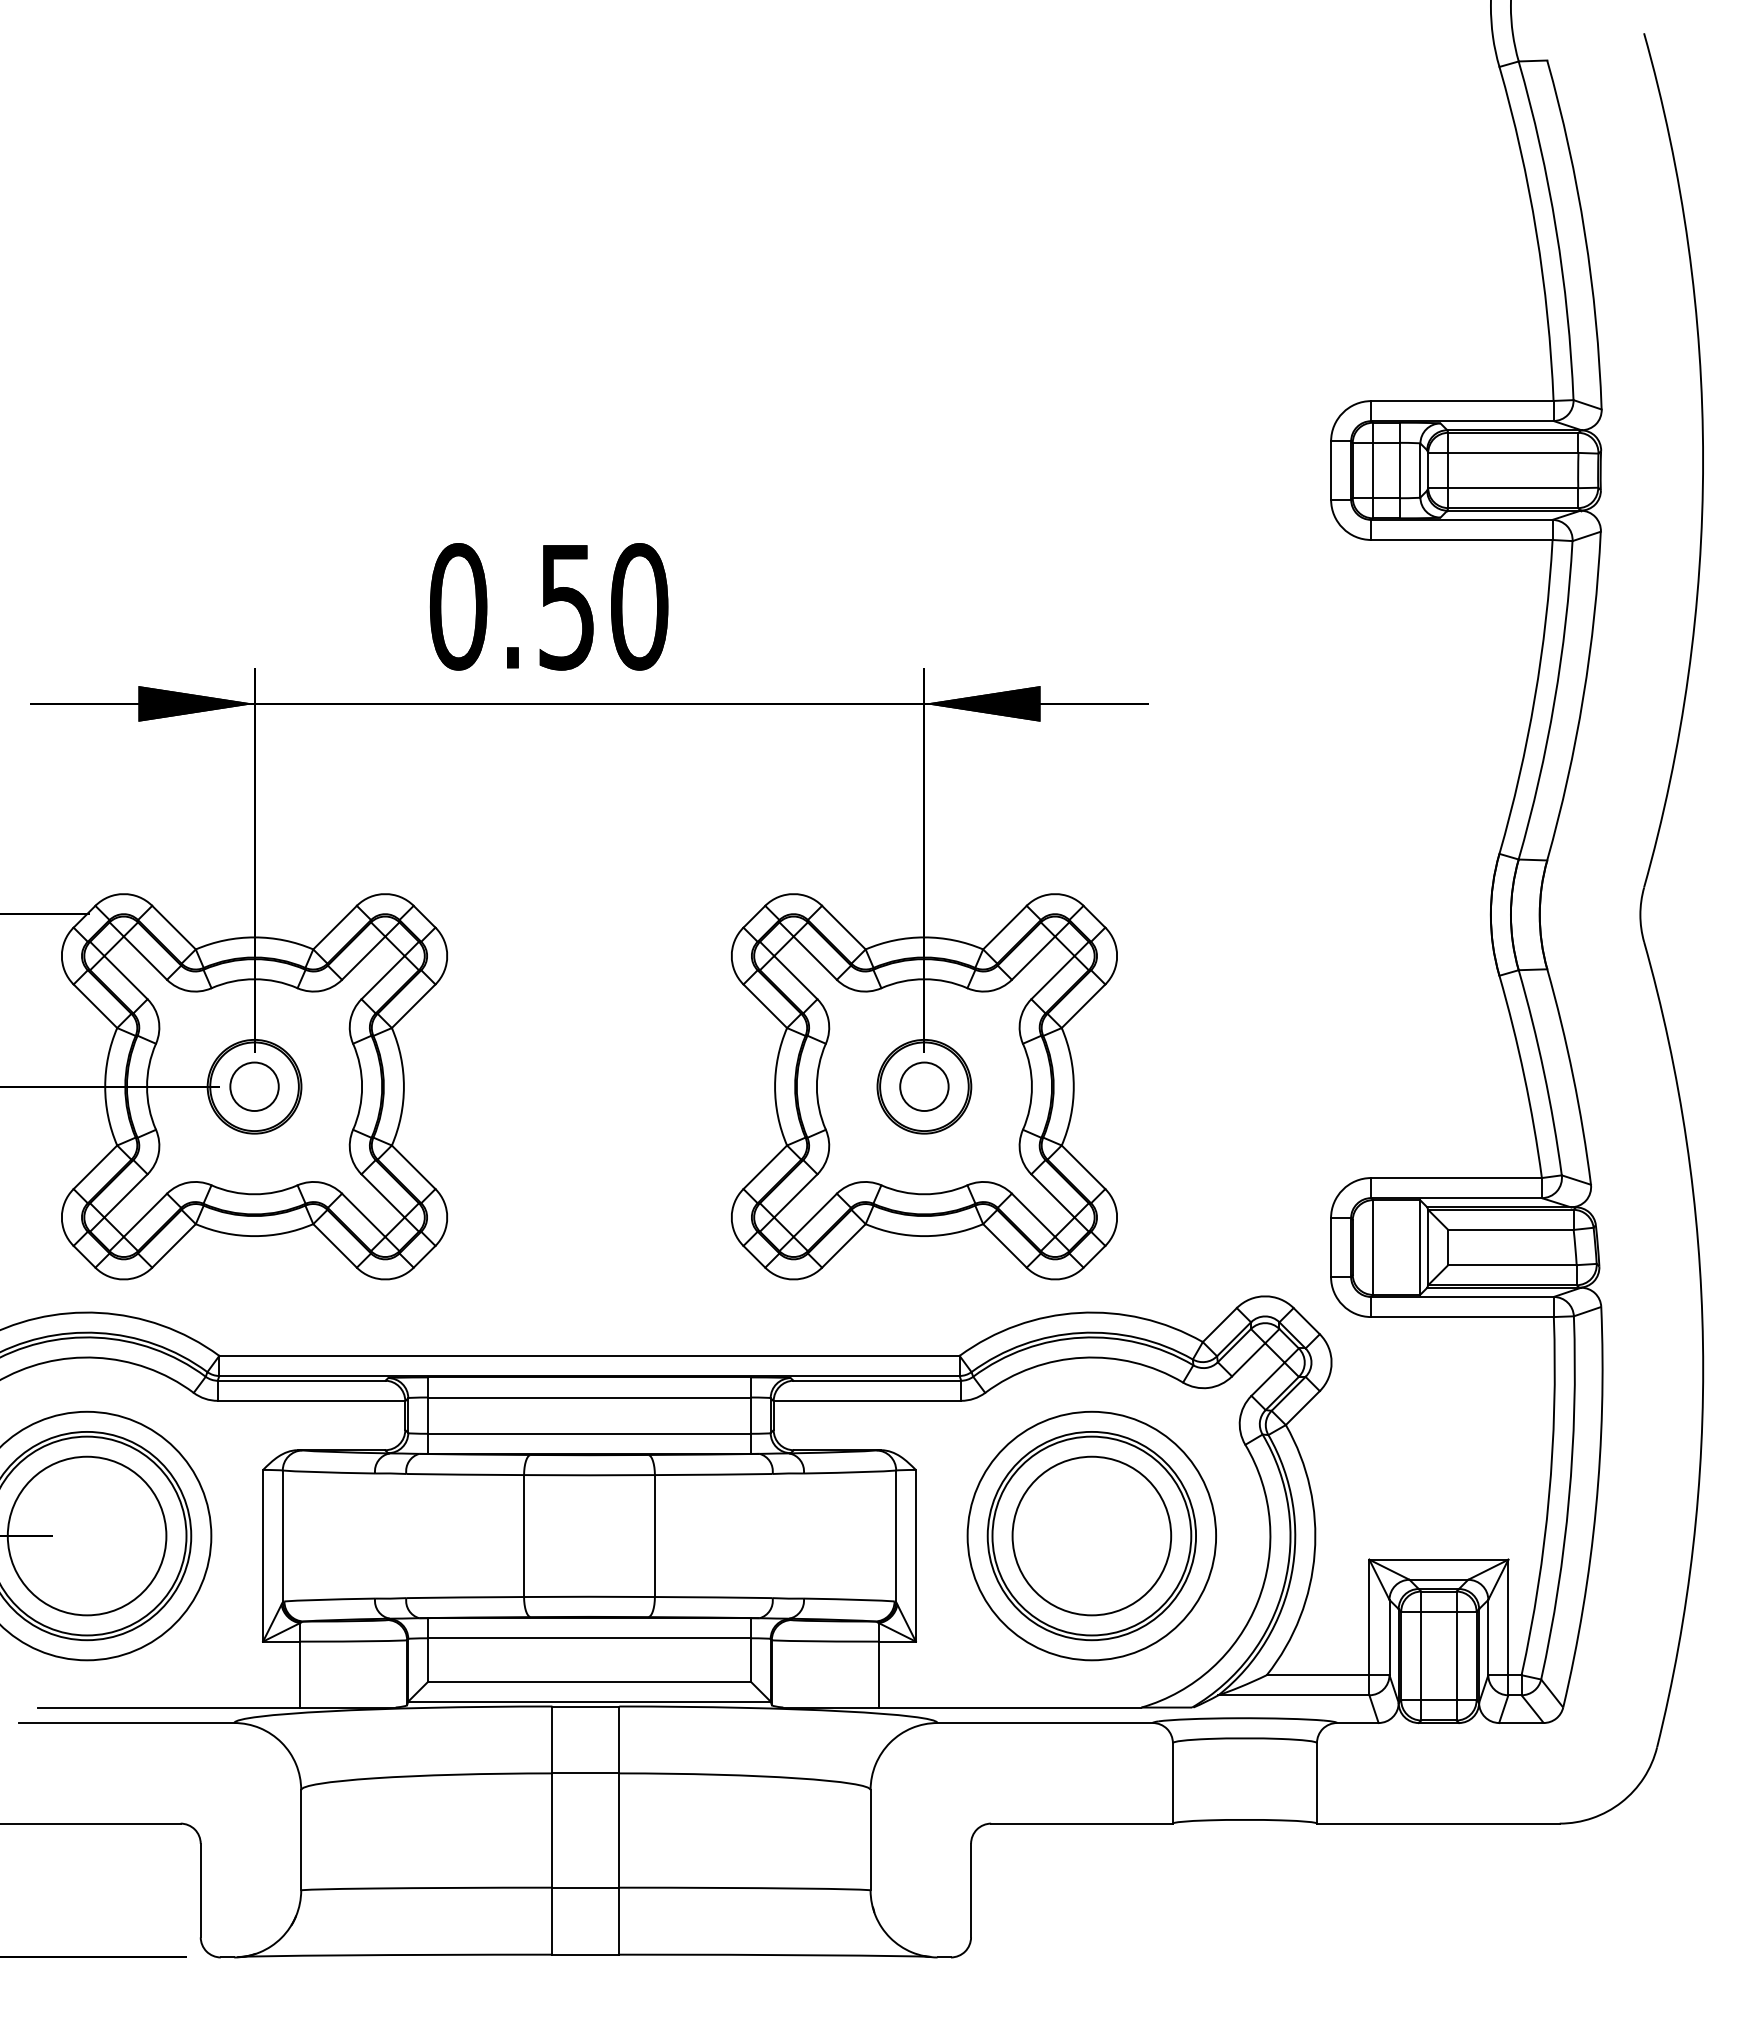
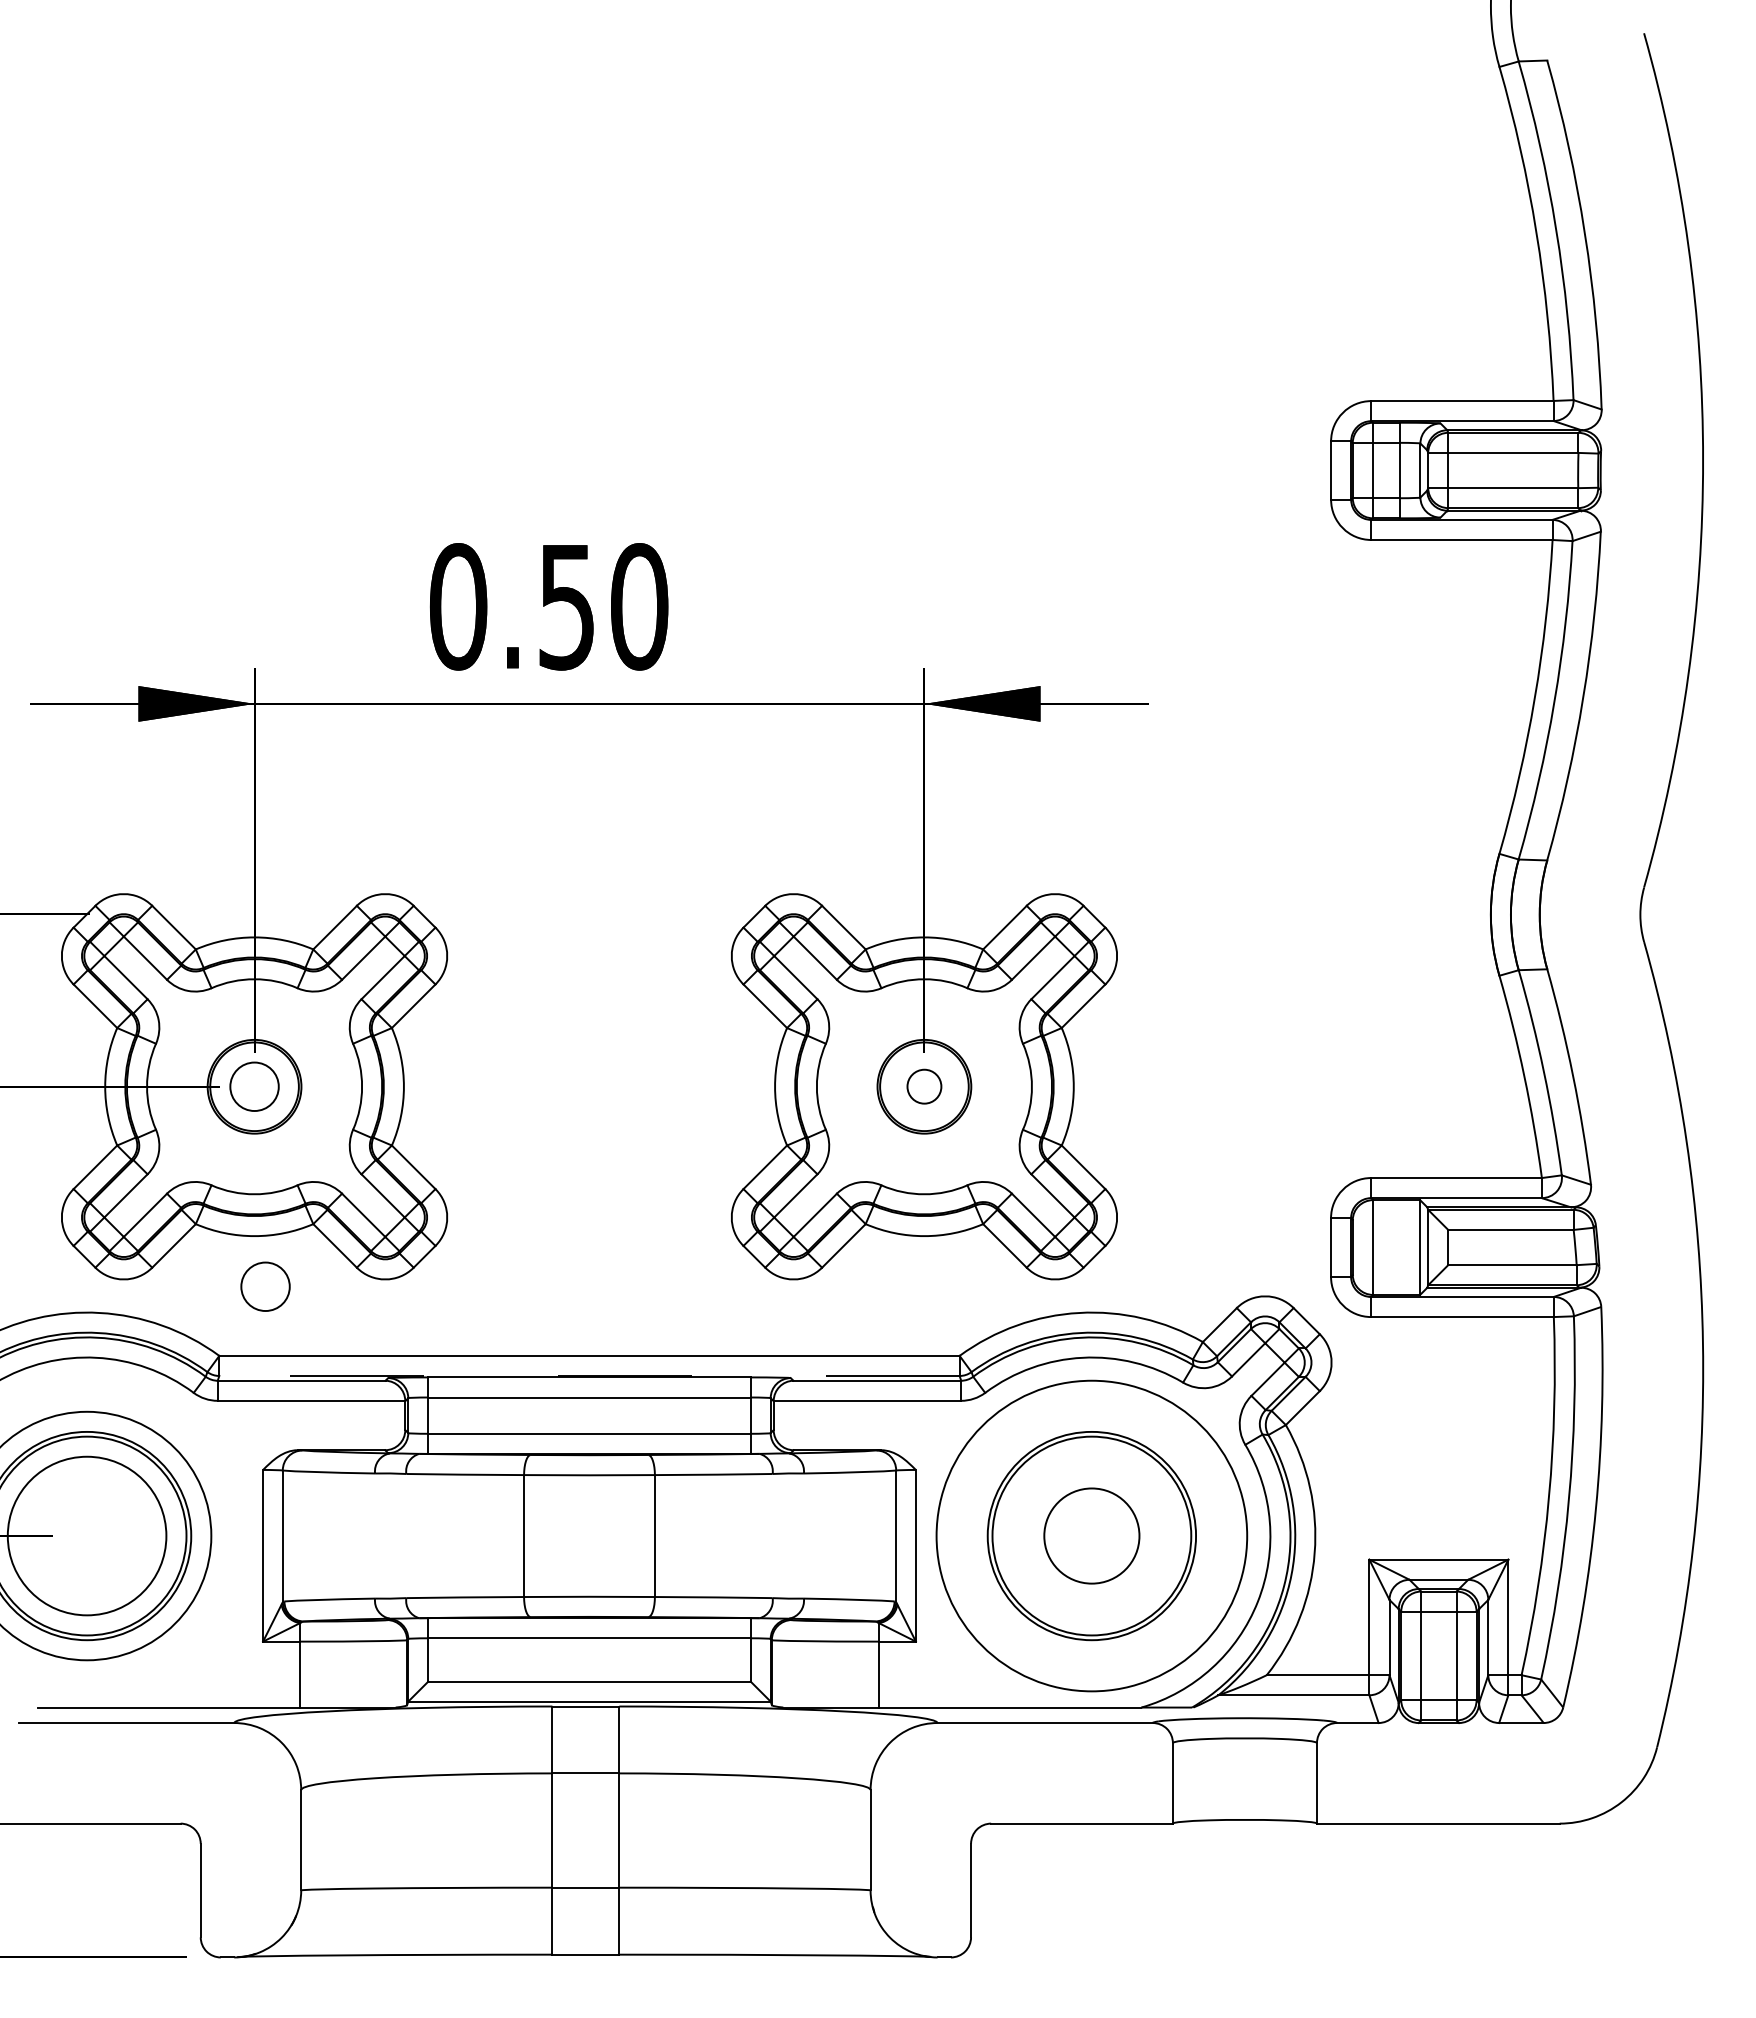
circle at (924, 1086) size: 51x51 px -> 37x37 px
circle at (265, 1286): none -> present
line at (588, 1375): solid -> dashed
circle at (1091, 1535) diameter: 159 px -> 95 px
circle at (1091, 1535) diameter: 248 px -> 311 px
